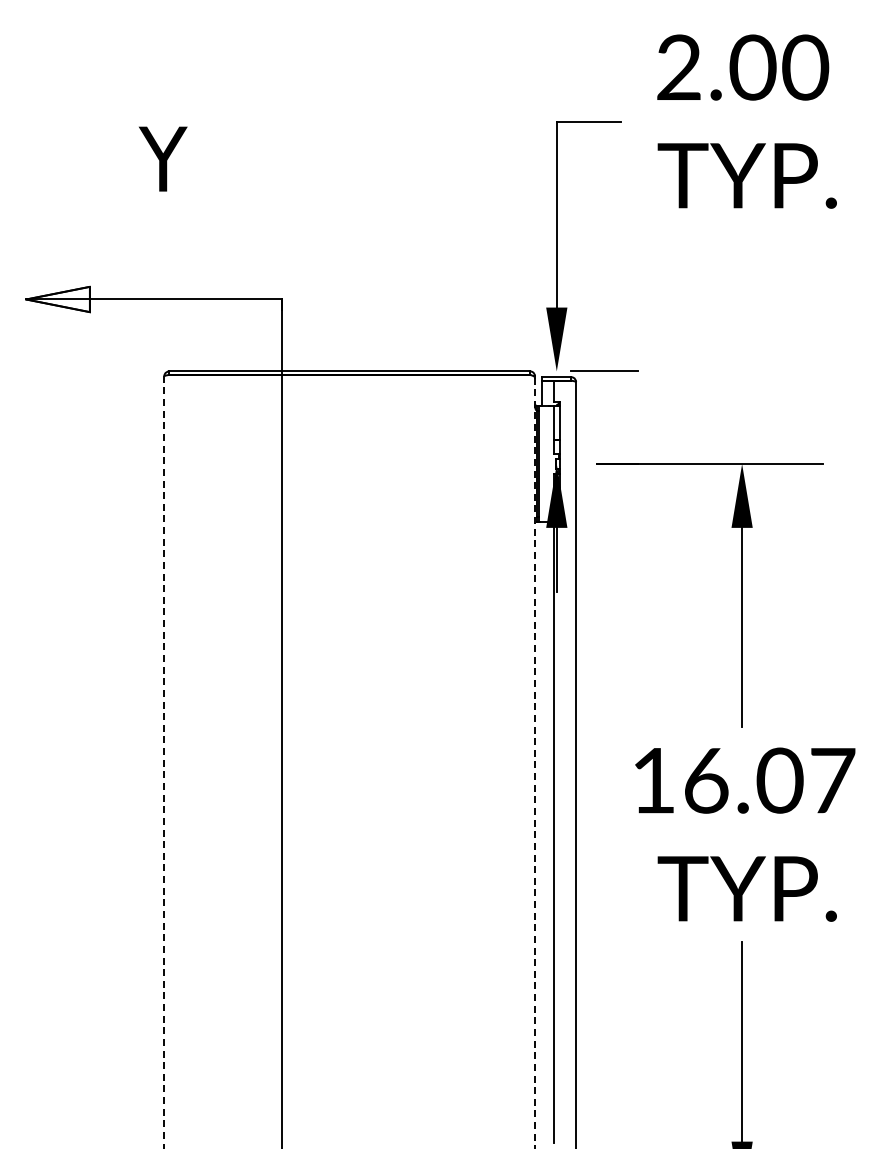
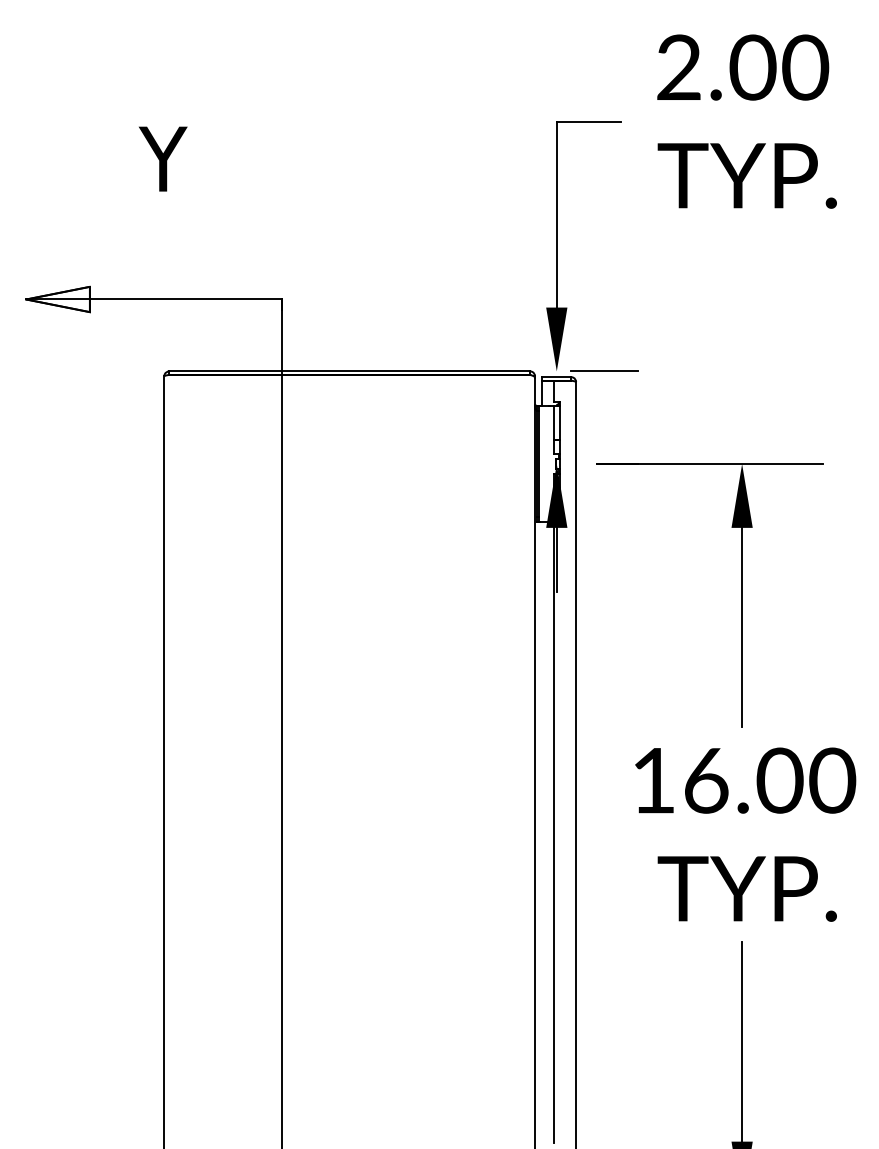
line at (164, 762): dashed -> solid
line at (535, 763): dashed -> solid
text at (832, 780): 16.07 -> 16.00
